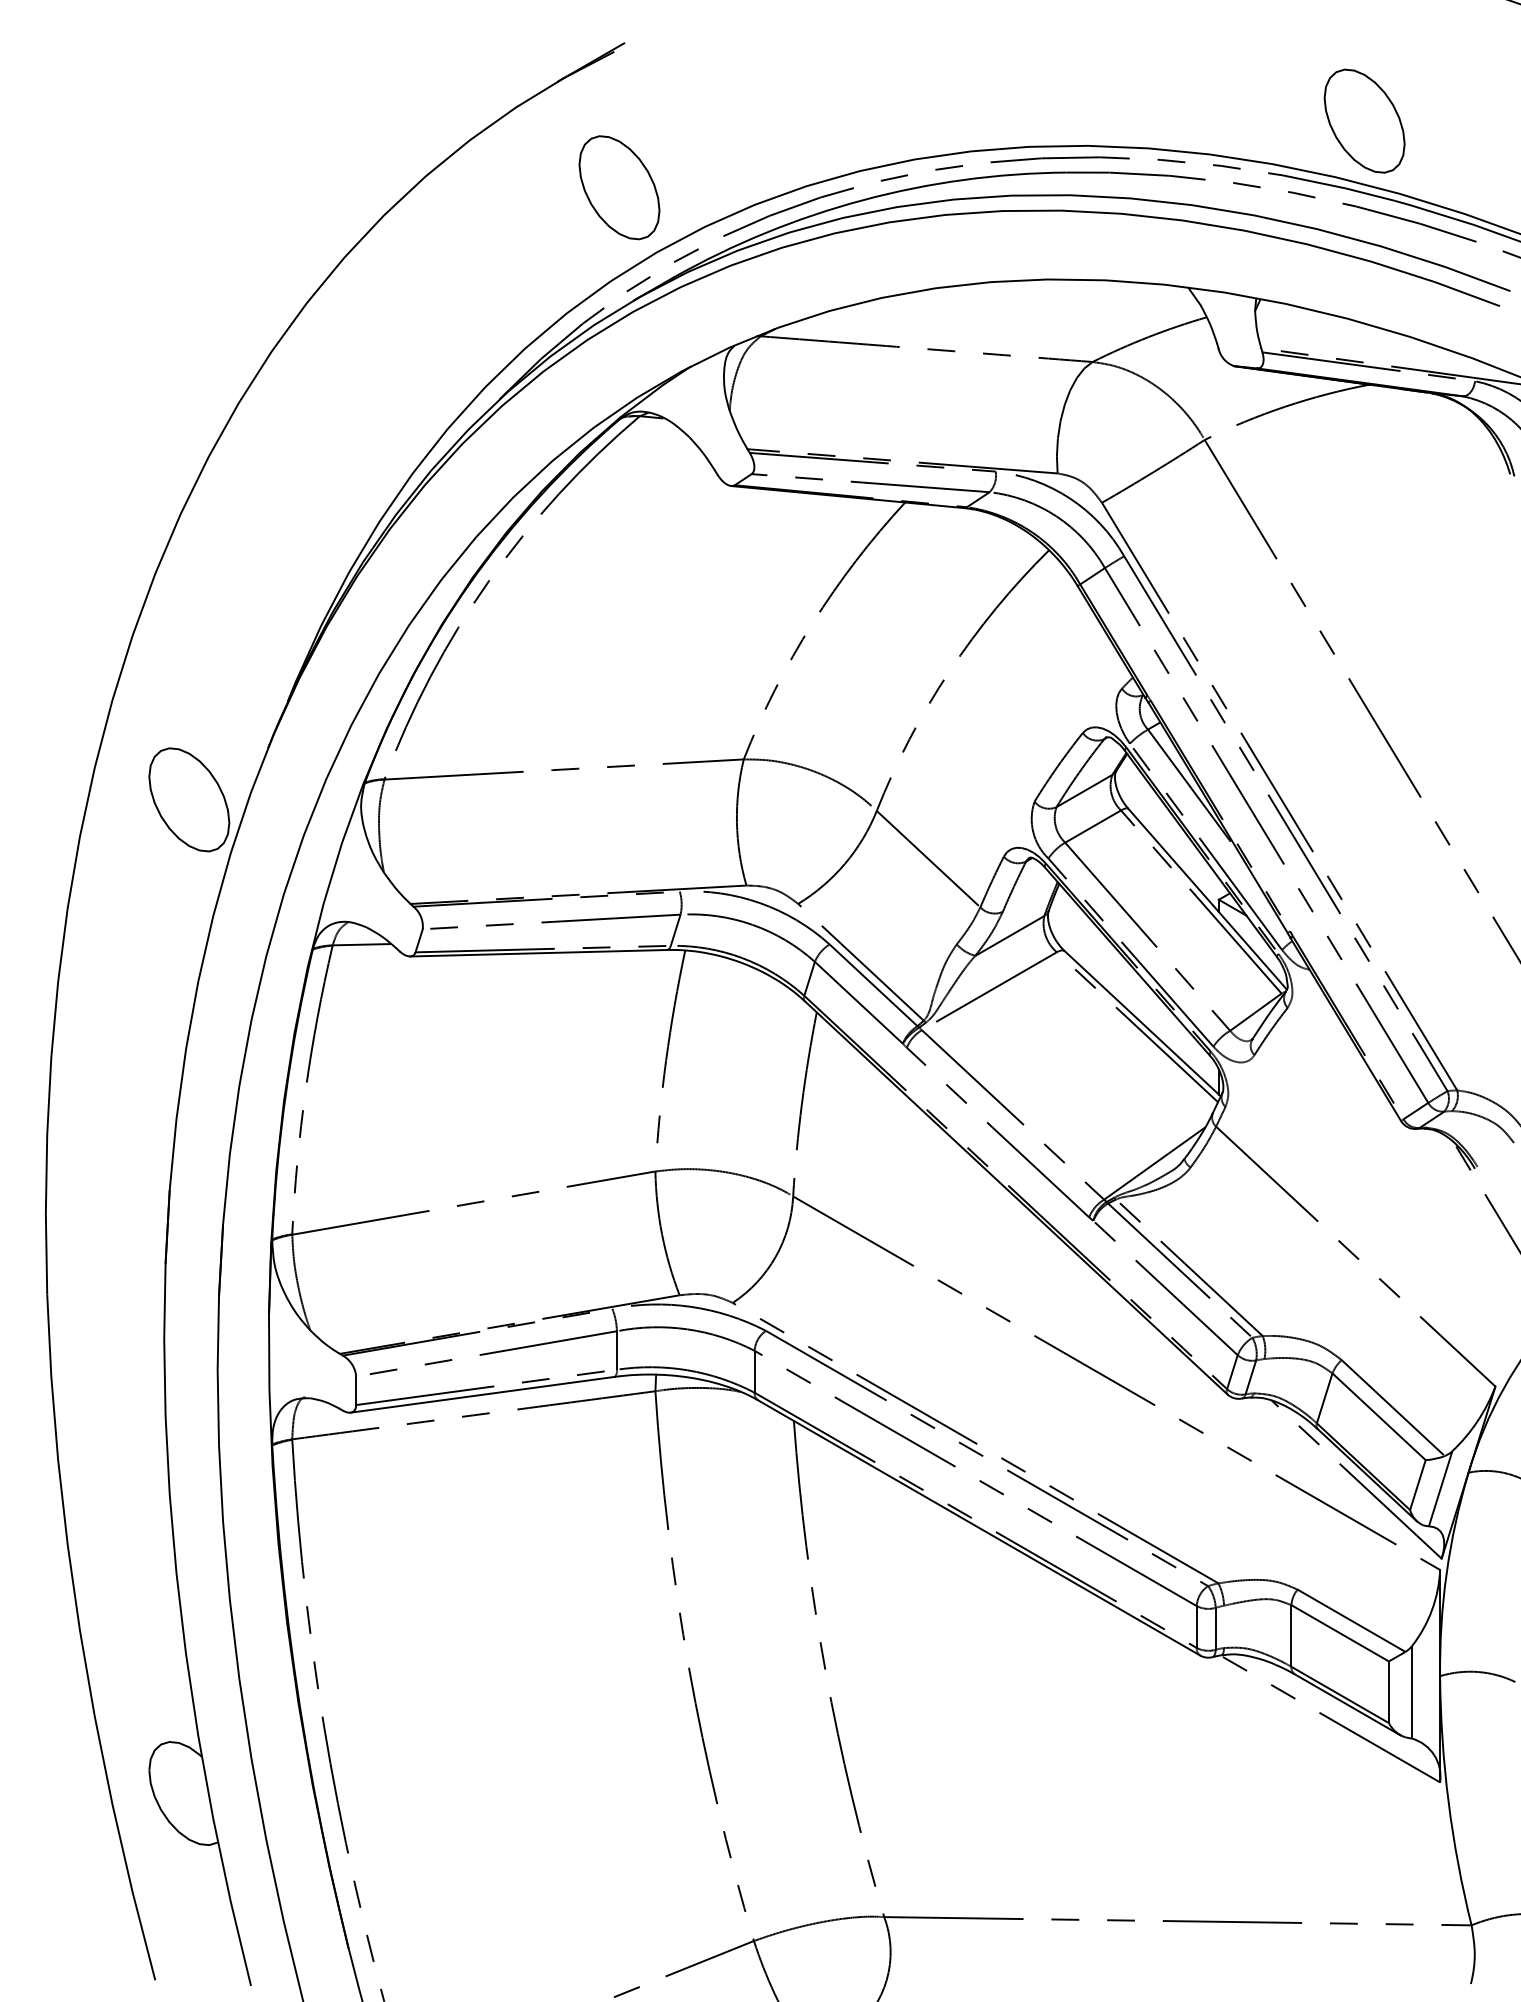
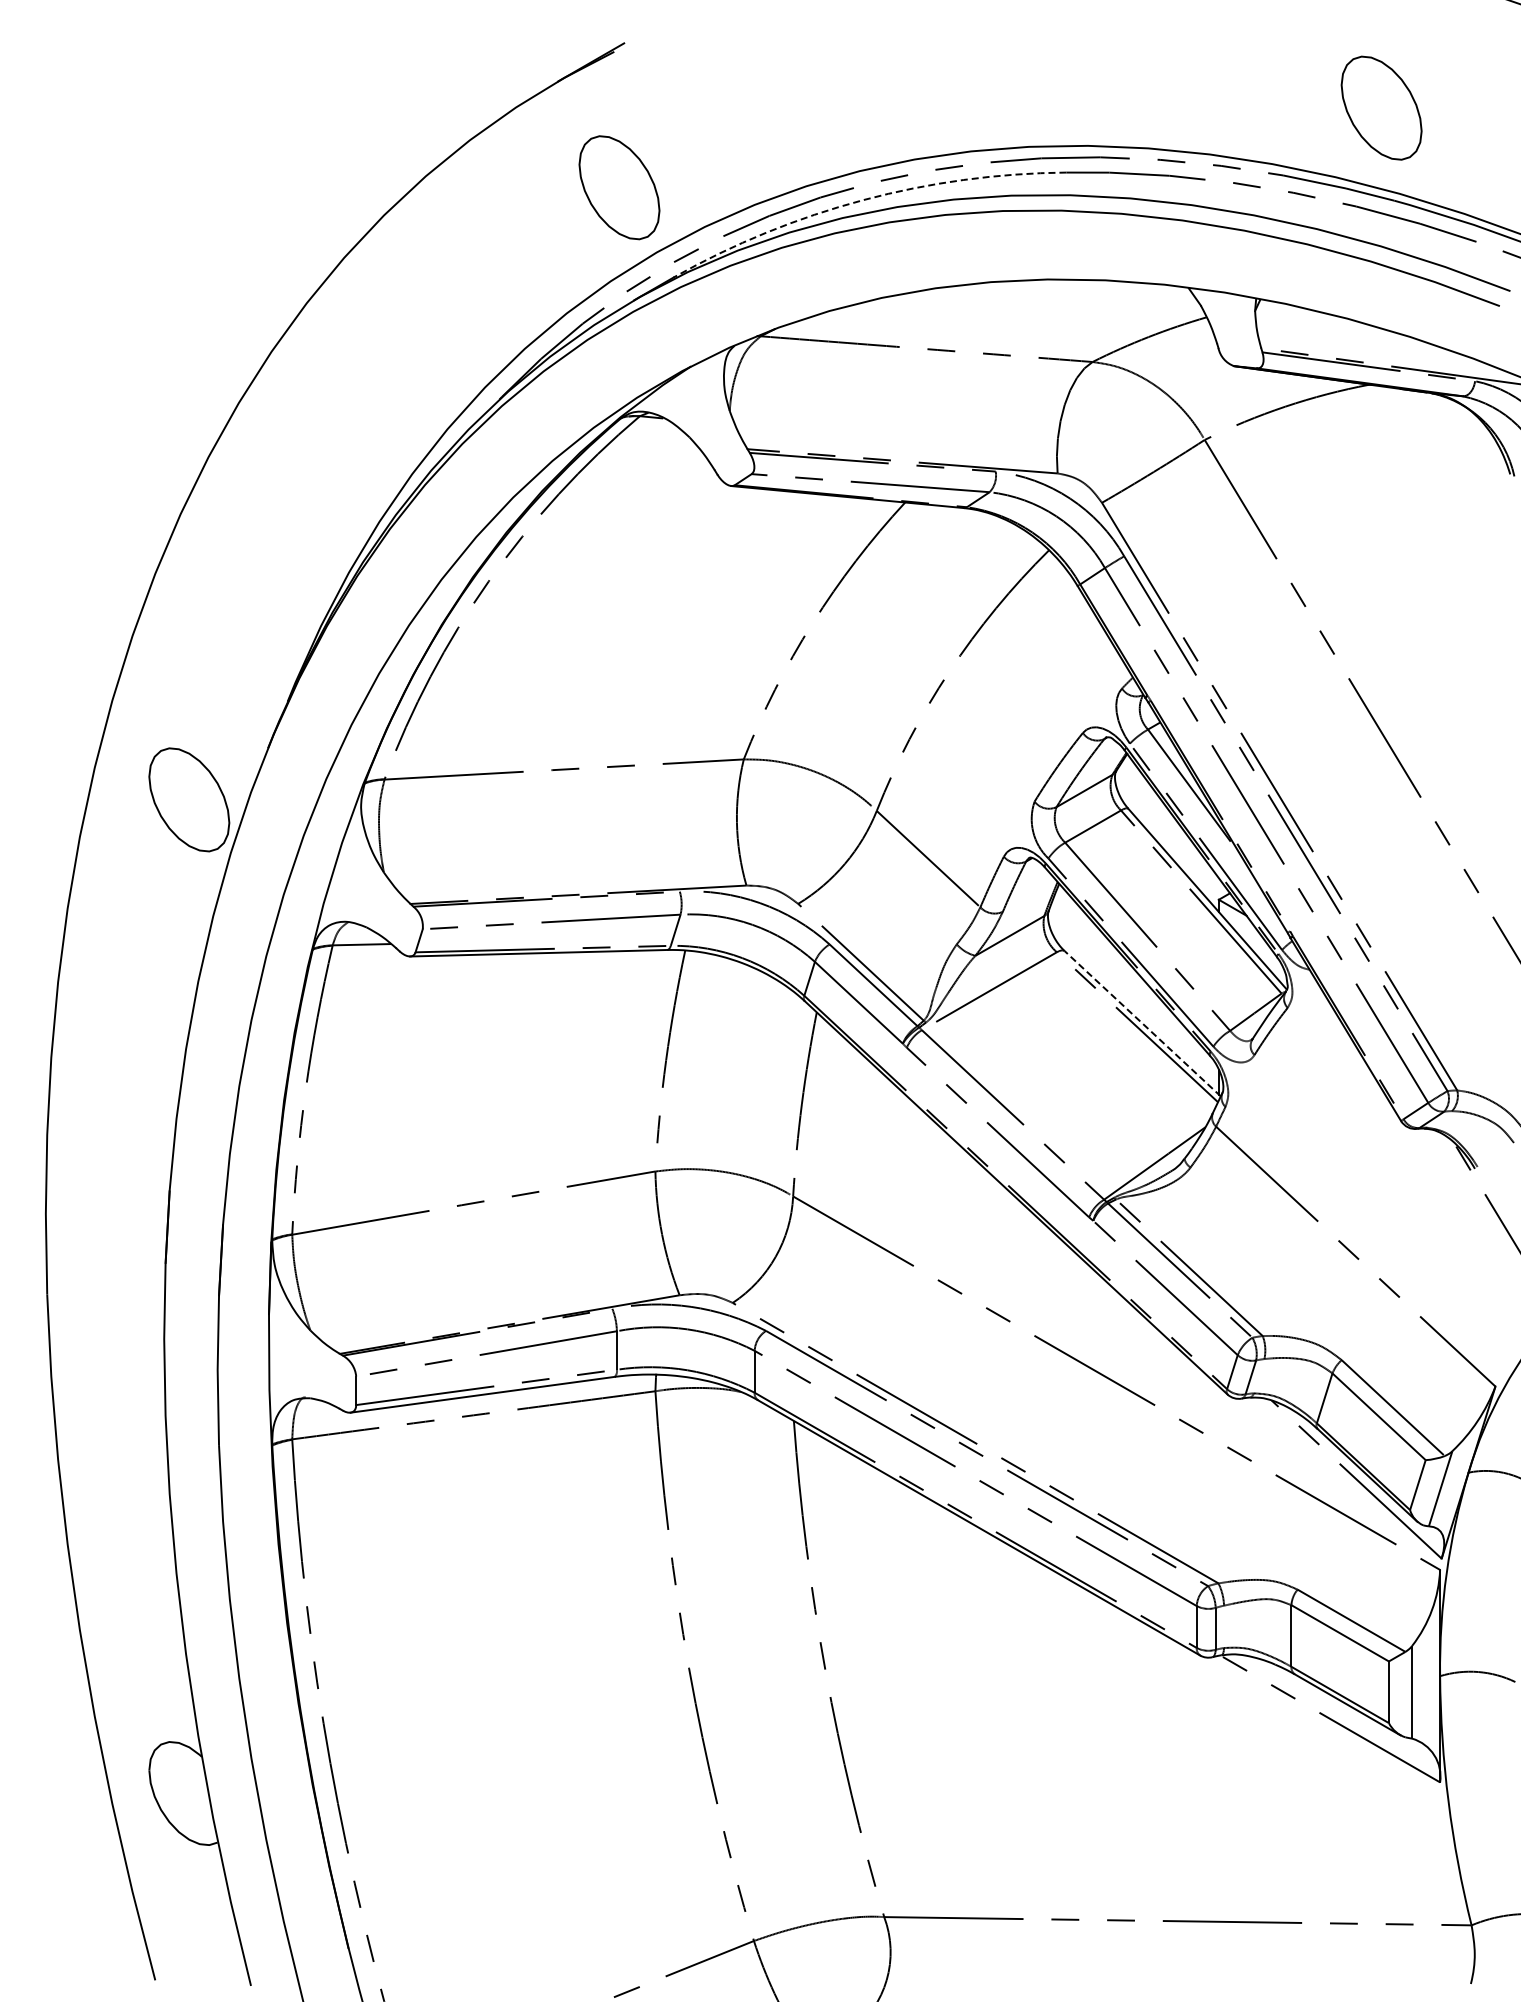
part at (1364, 120) position: (1364, 120) -> (1381, 107)
arc at (863, 200): solid -> dashed
line at (1142, 1023): solid -> dashed
